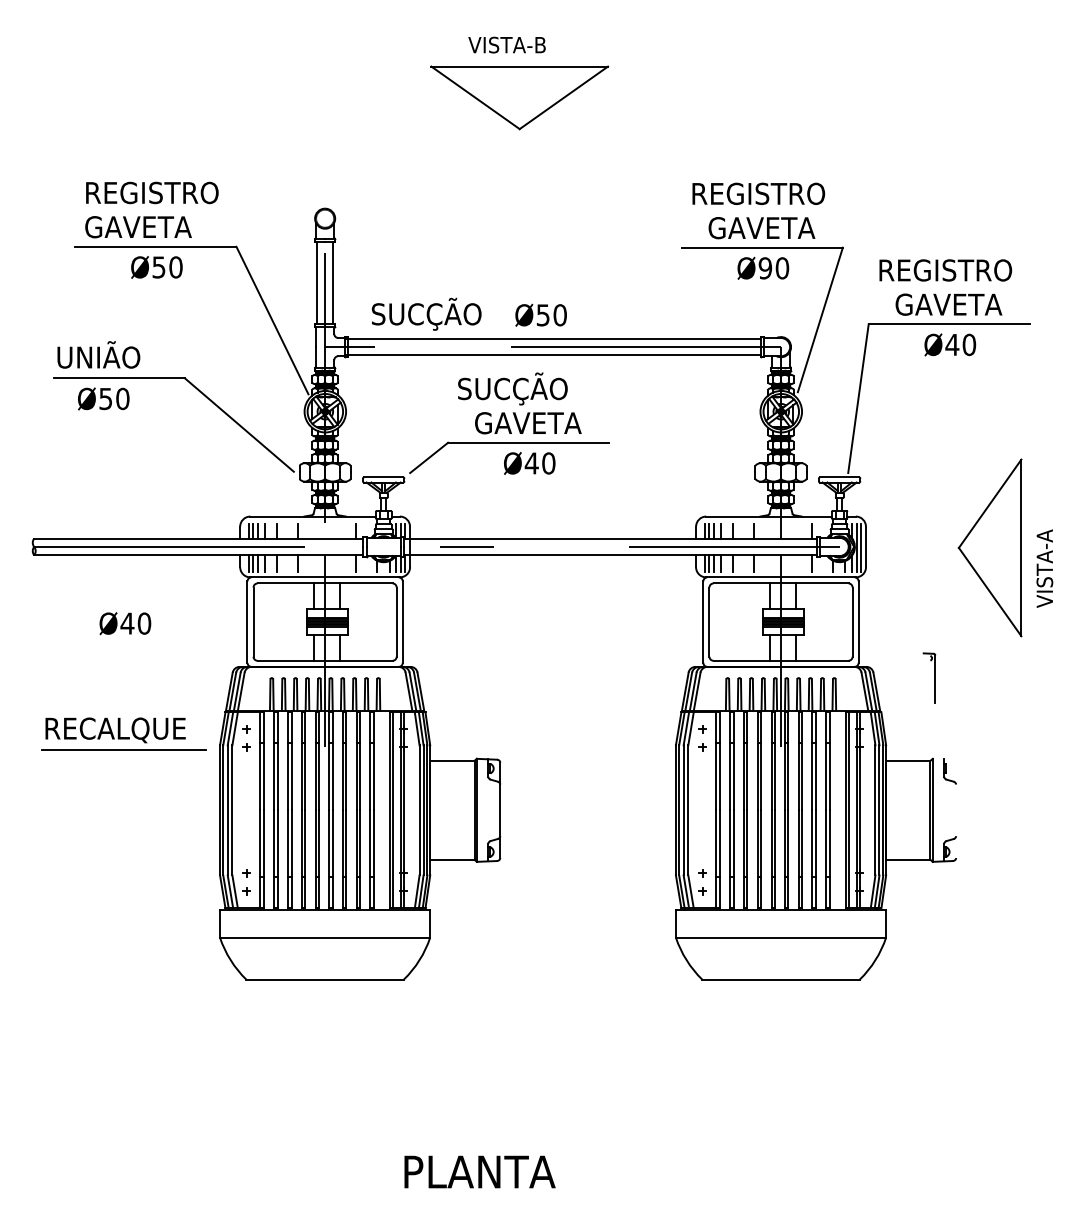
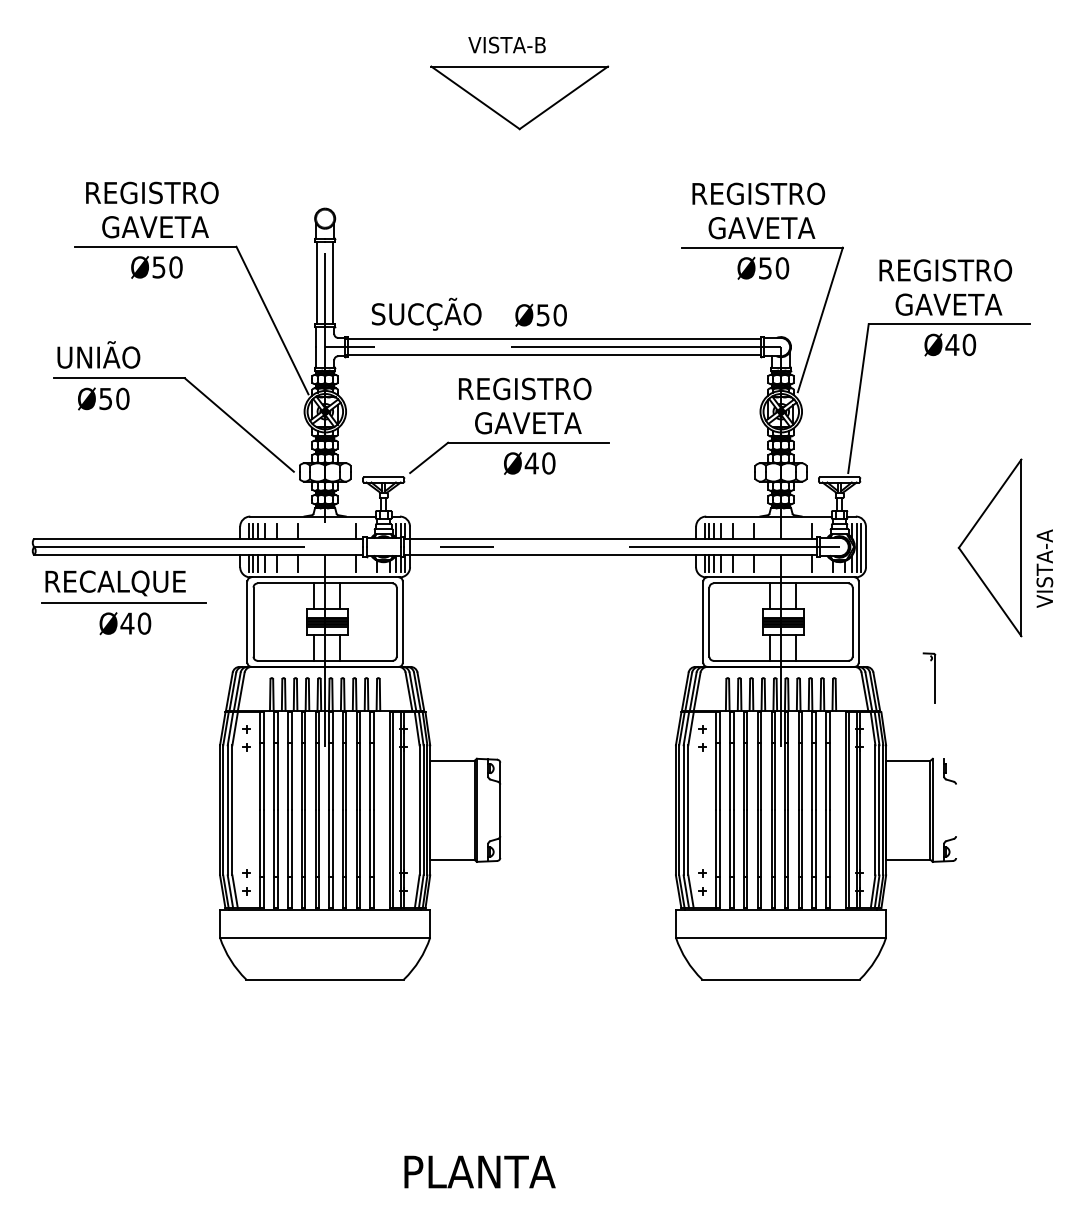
text at (138, 227) position: (138, 227) -> (155, 227)
text at (765, 268): Ø90 -> Ø50
text at (524, 388): SUCÇÃO -> REGISTRO
part at (123, 733) position: (123, 733) -> (123, 586)
